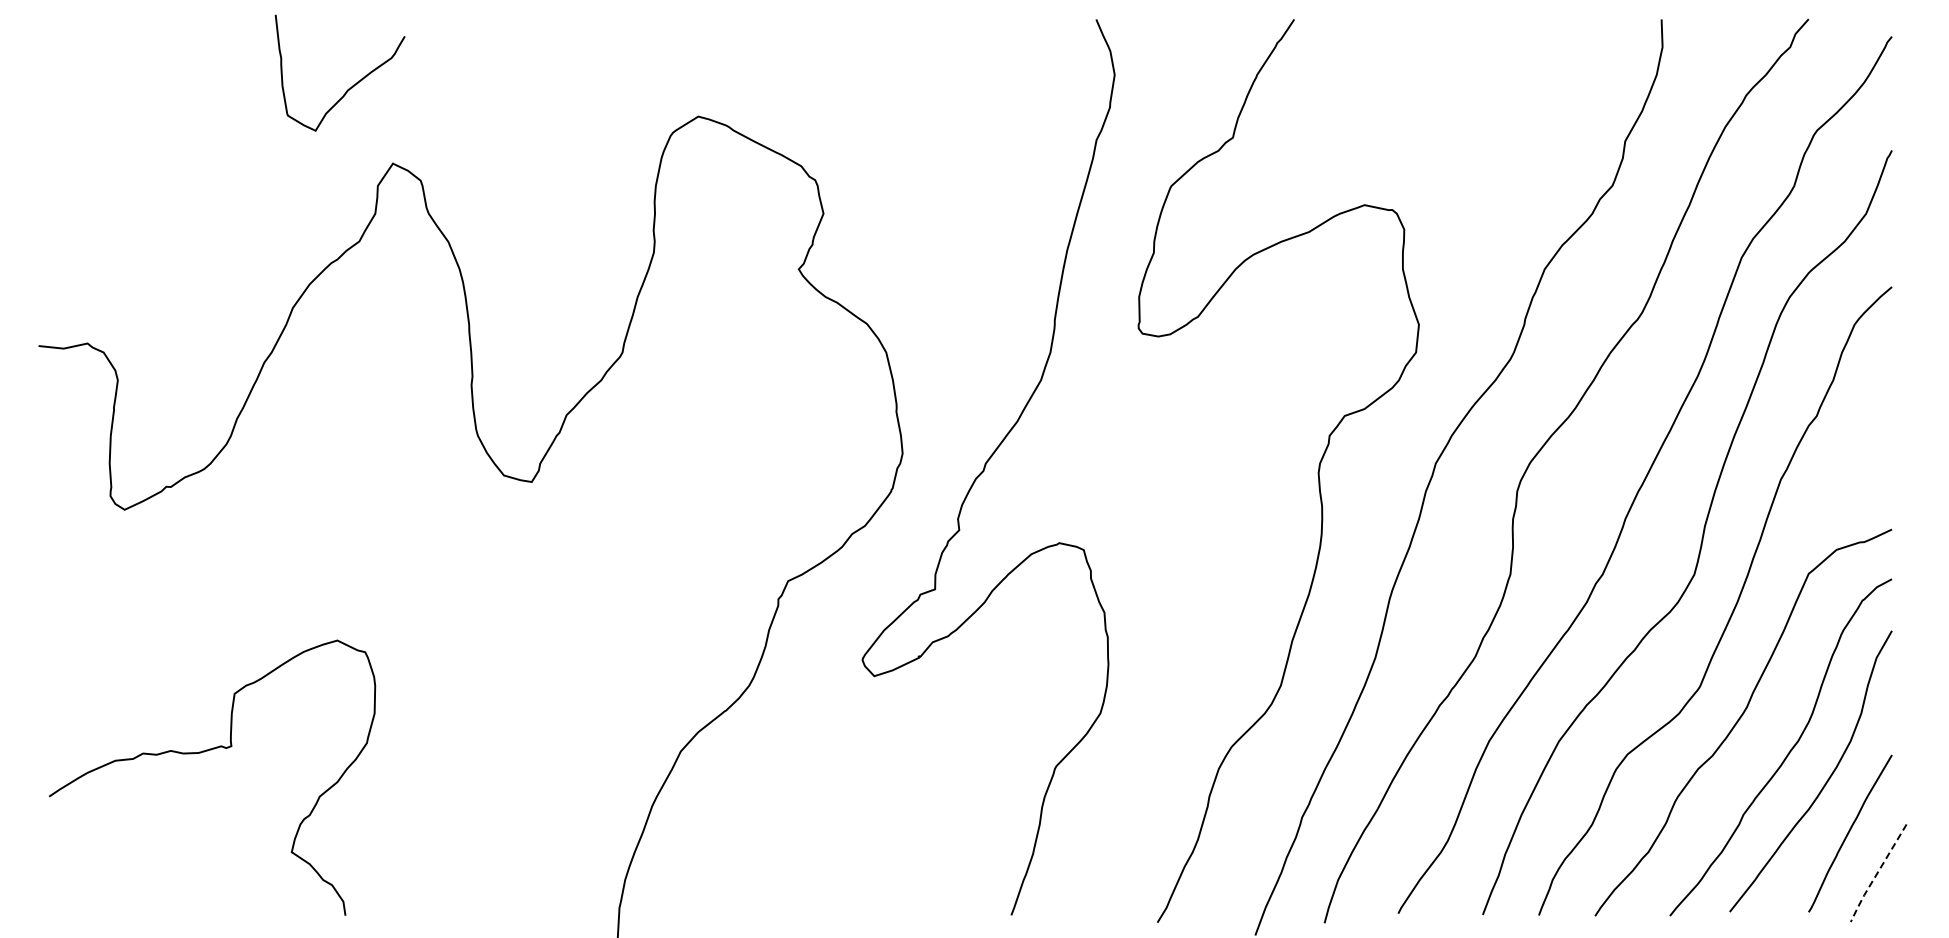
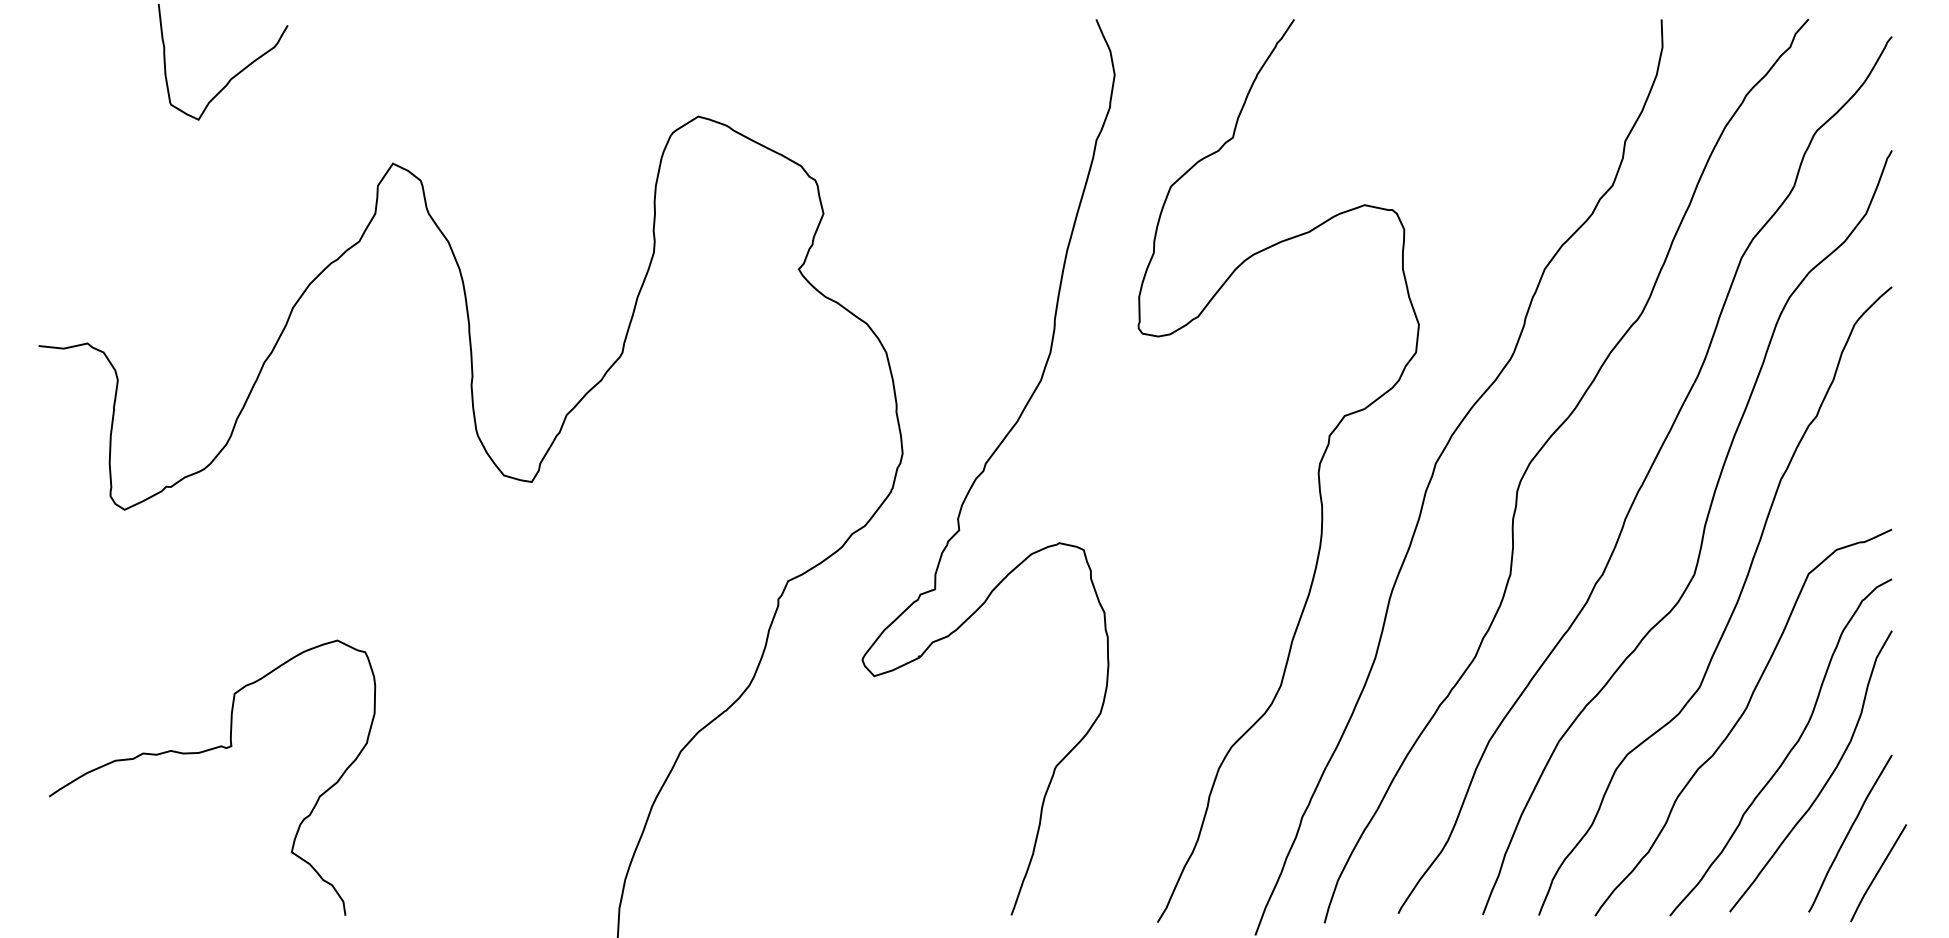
curve at (348, 88) position: (348, 88) -> (231, 77)
line at (1877, 873): dashed -> solid
